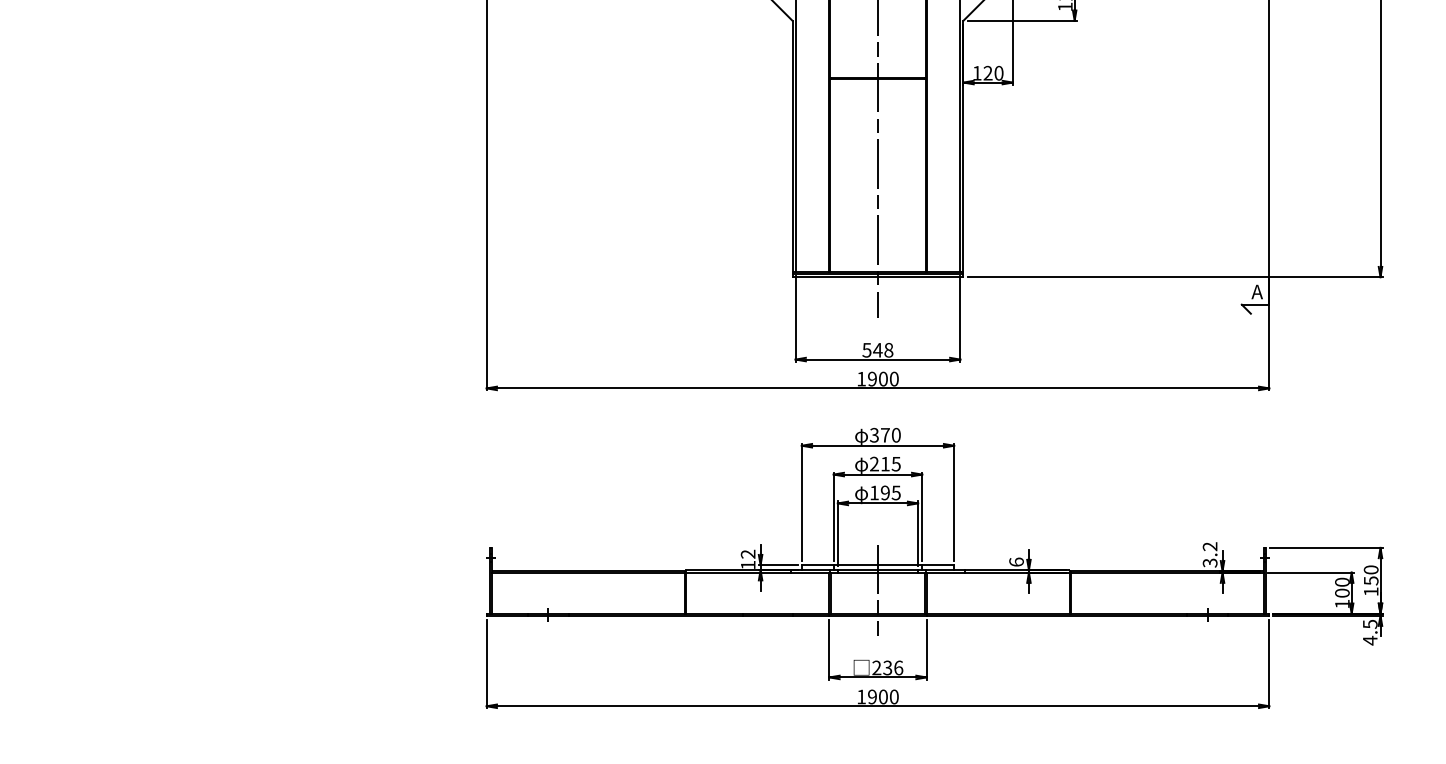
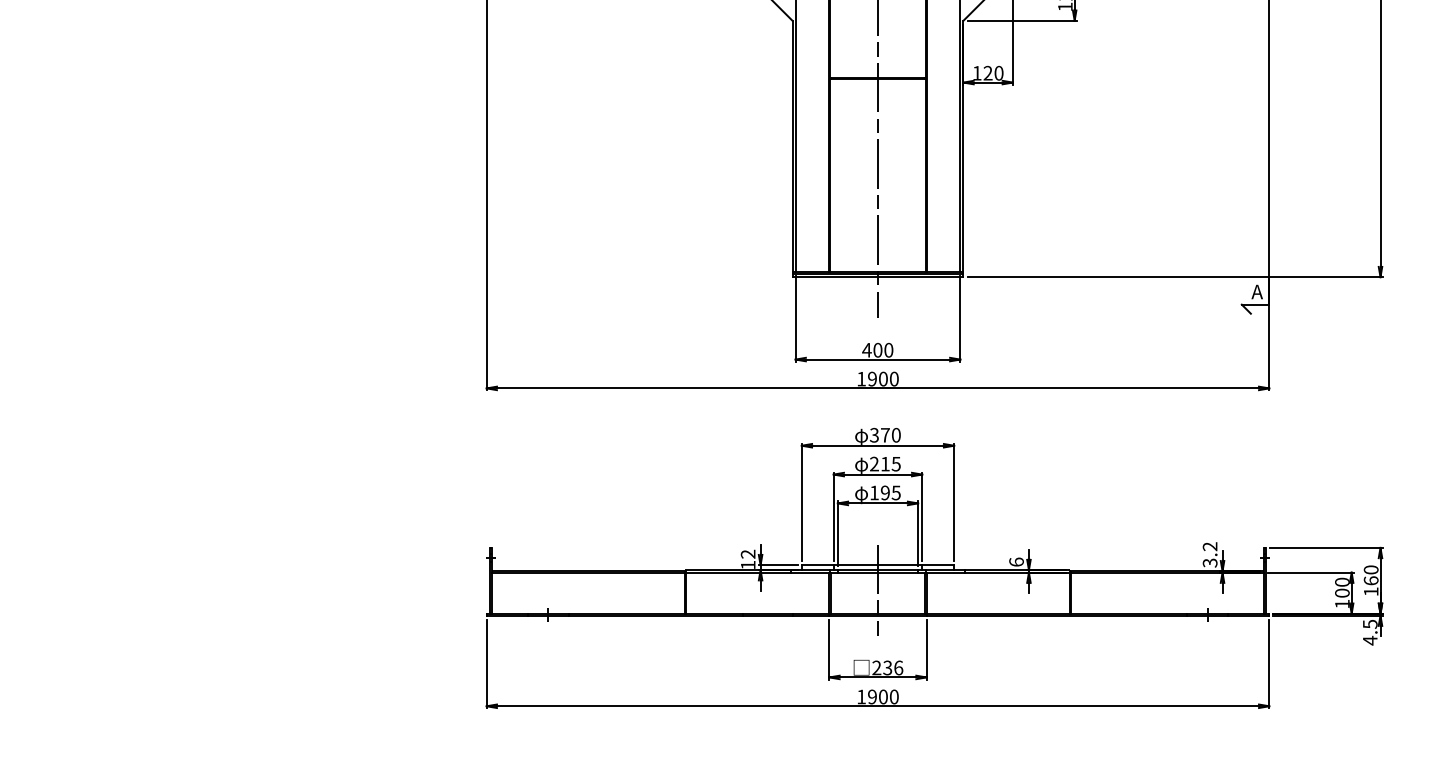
text at (877, 349): 548 -> 400
text at (1370, 580): 150 -> 160
